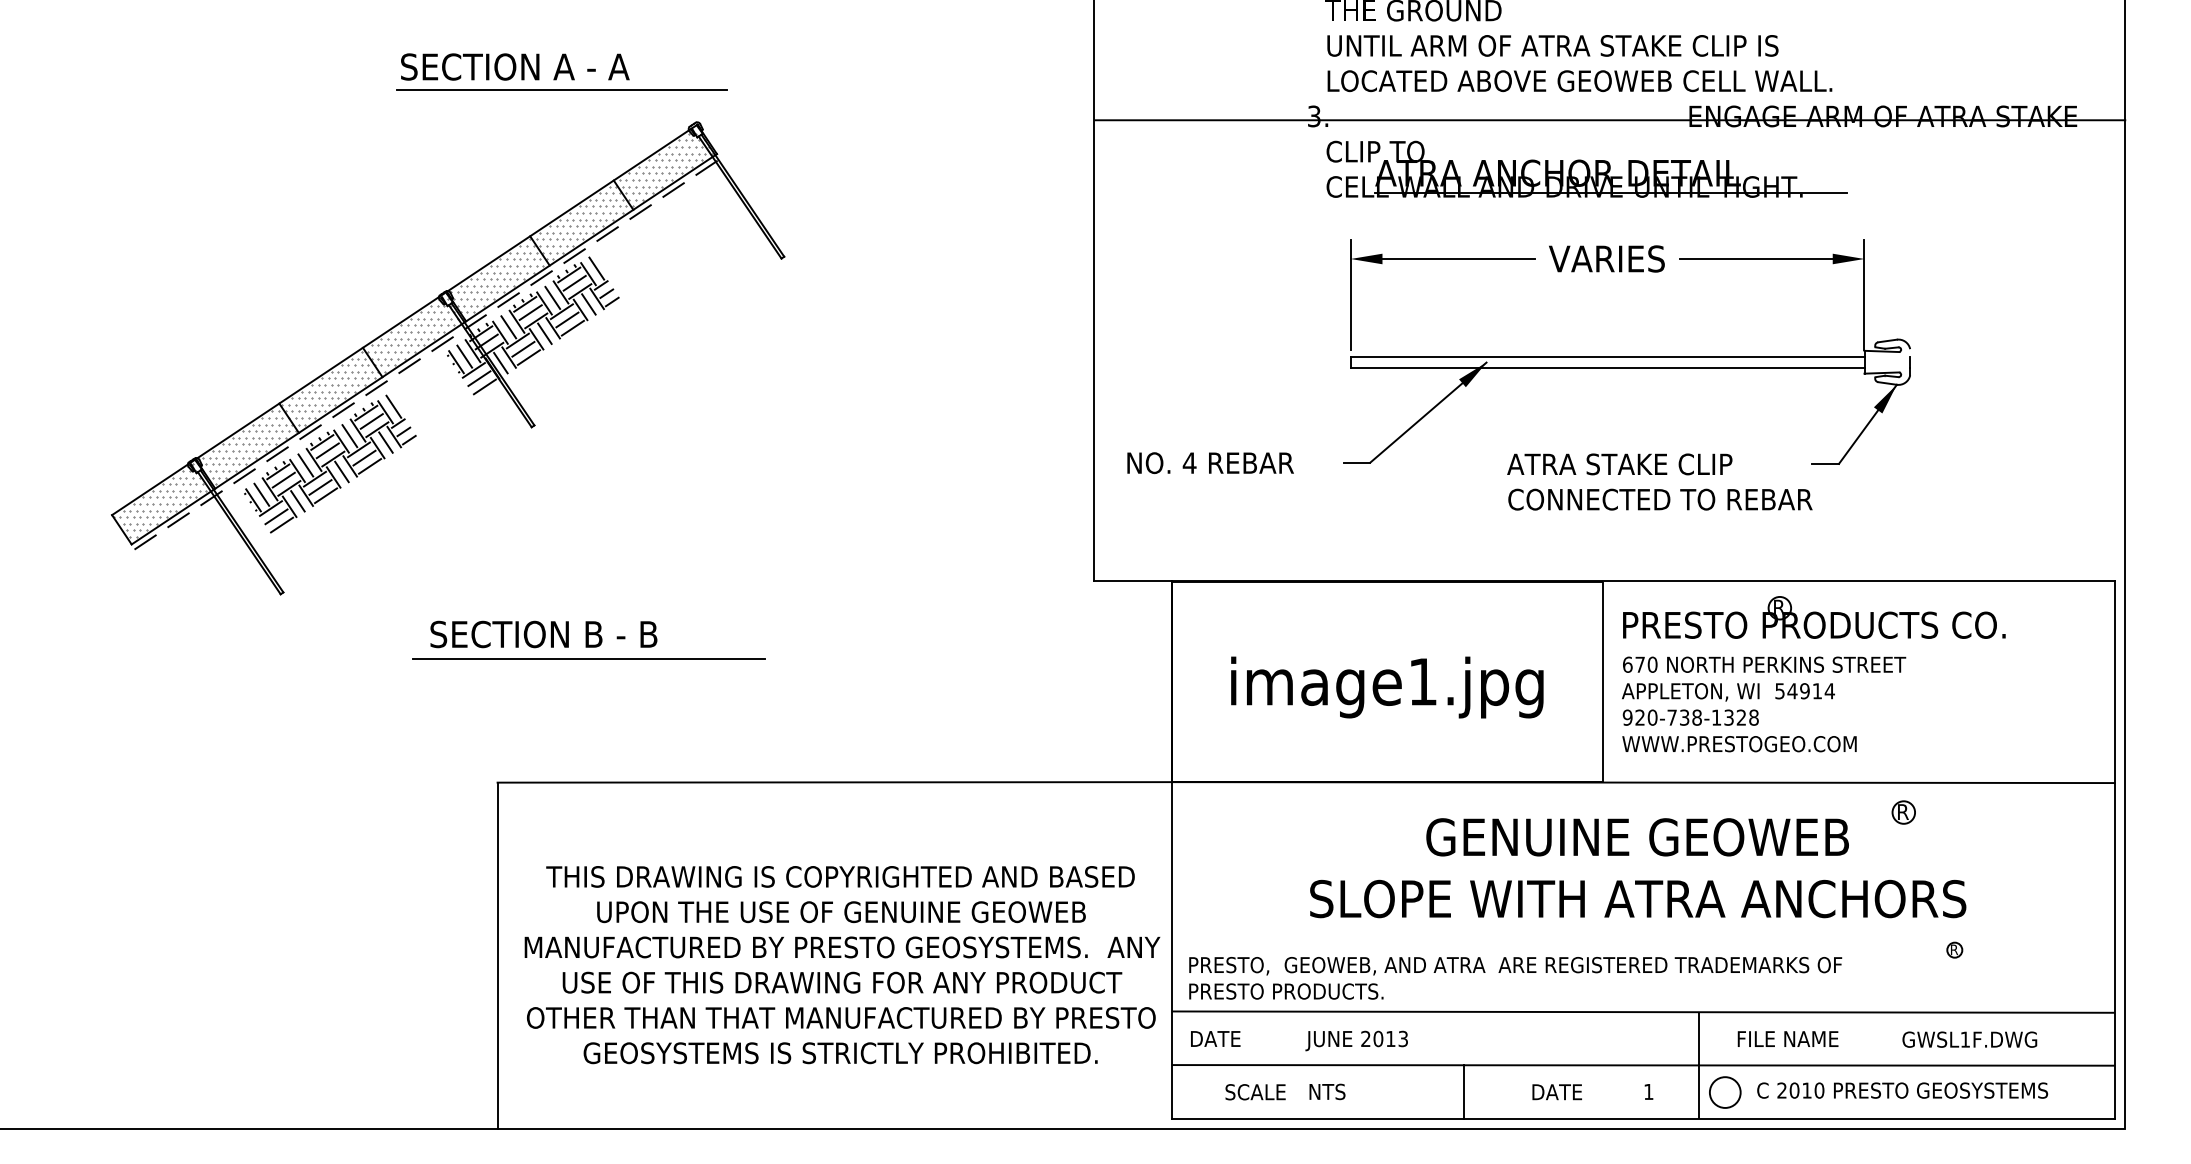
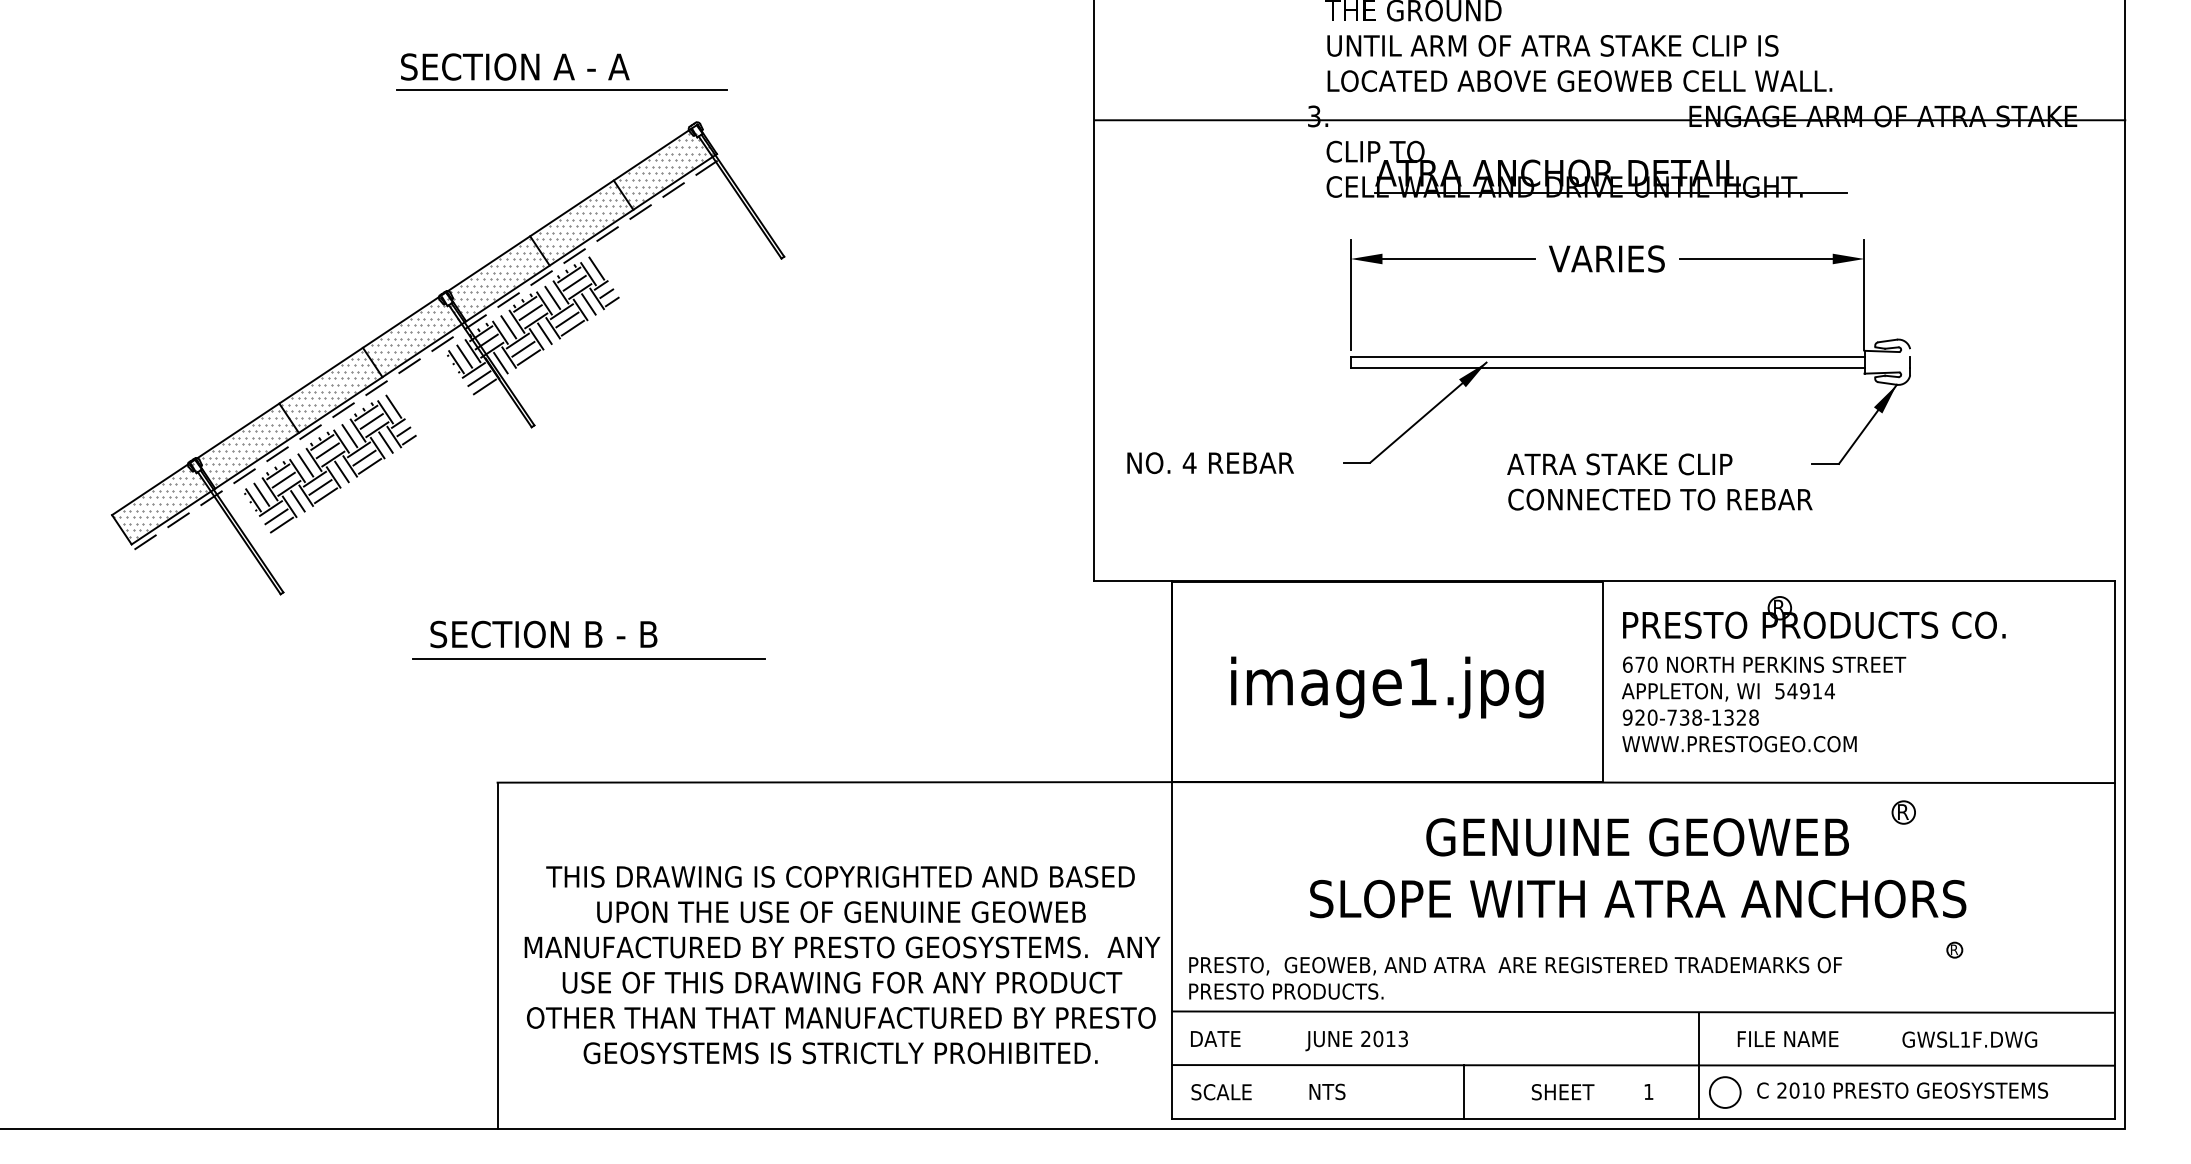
text at (1255, 1092) position: (1255, 1092) -> (1221, 1092)
text at (1562, 1092): DATE -> SHEET
